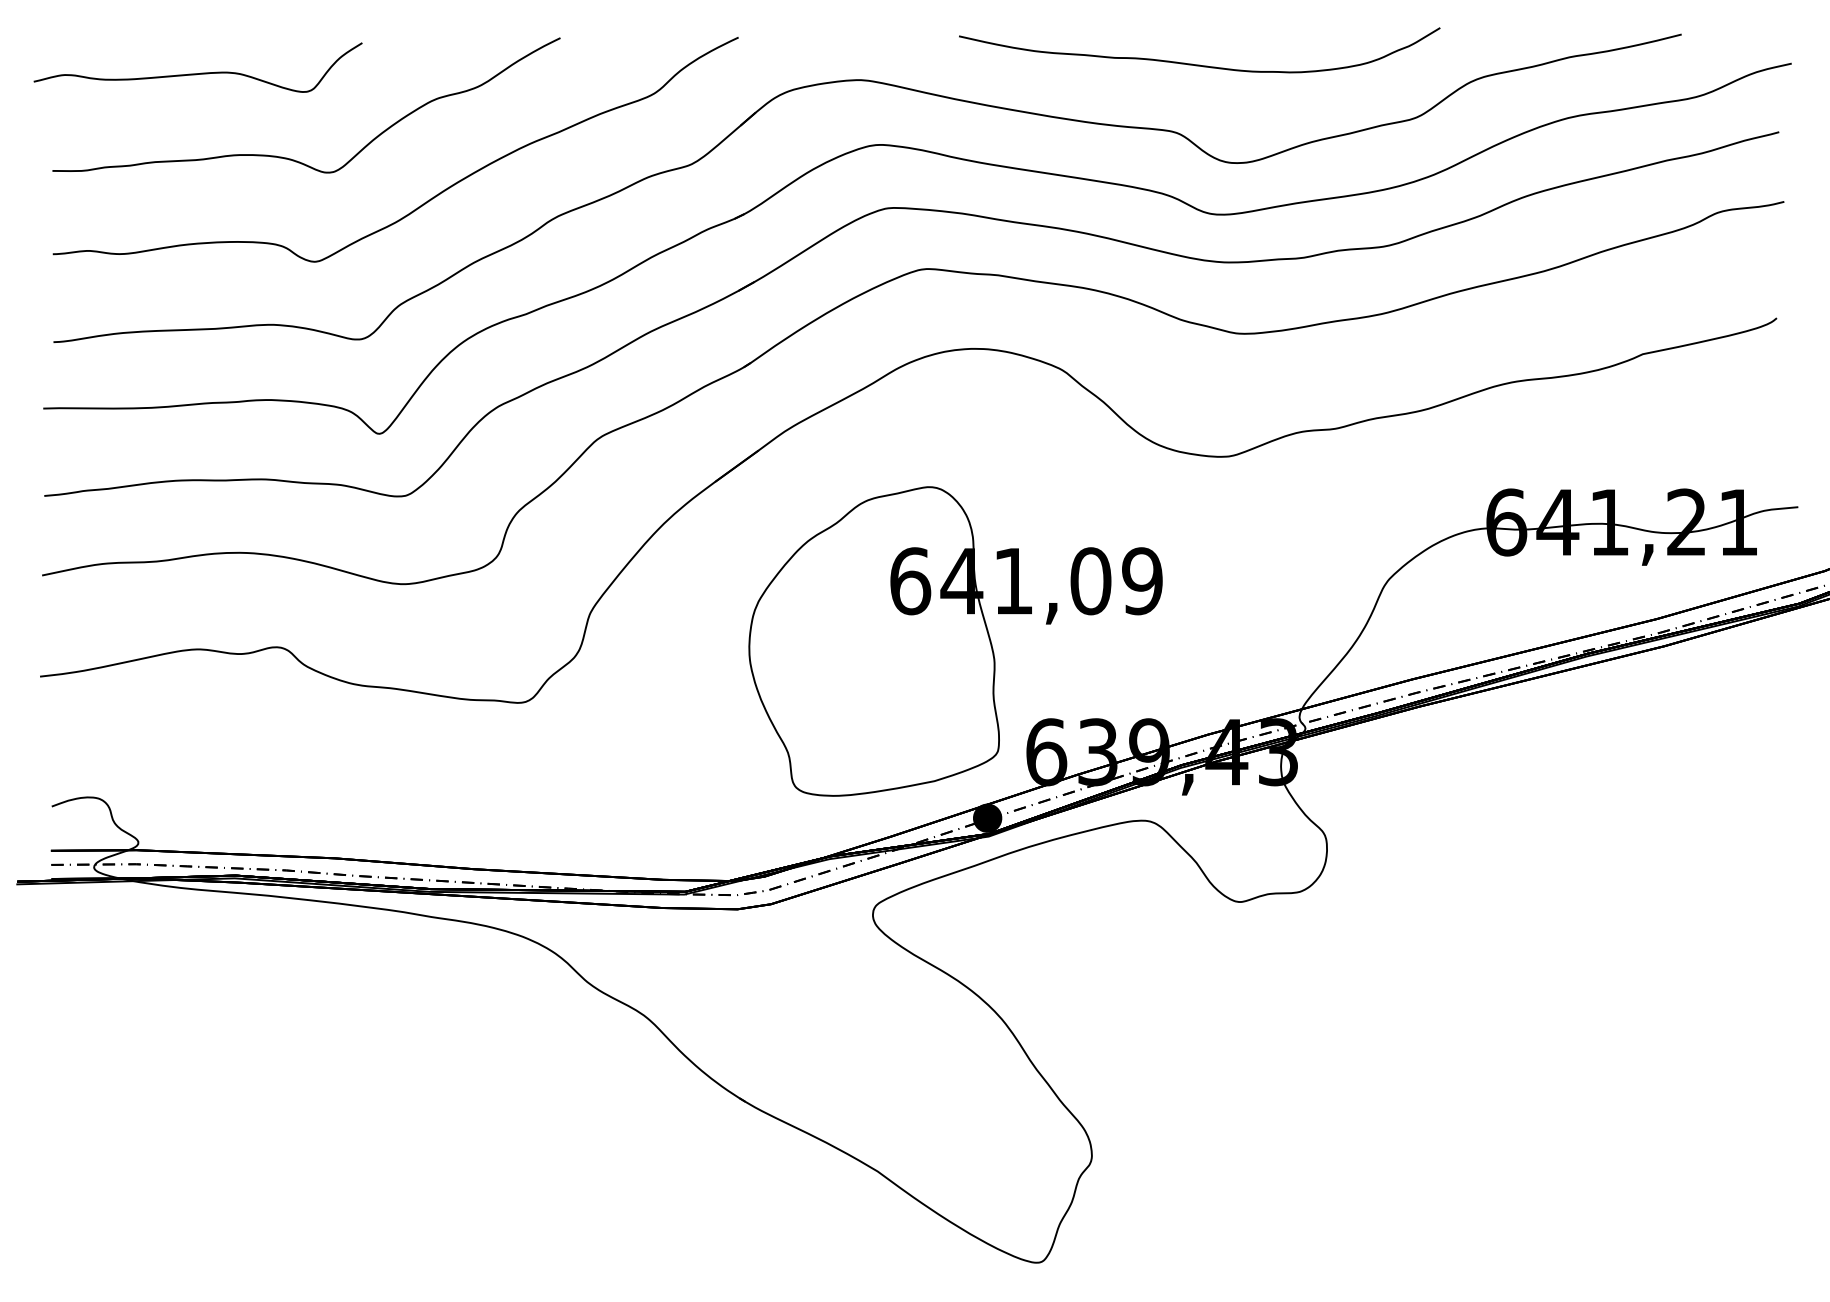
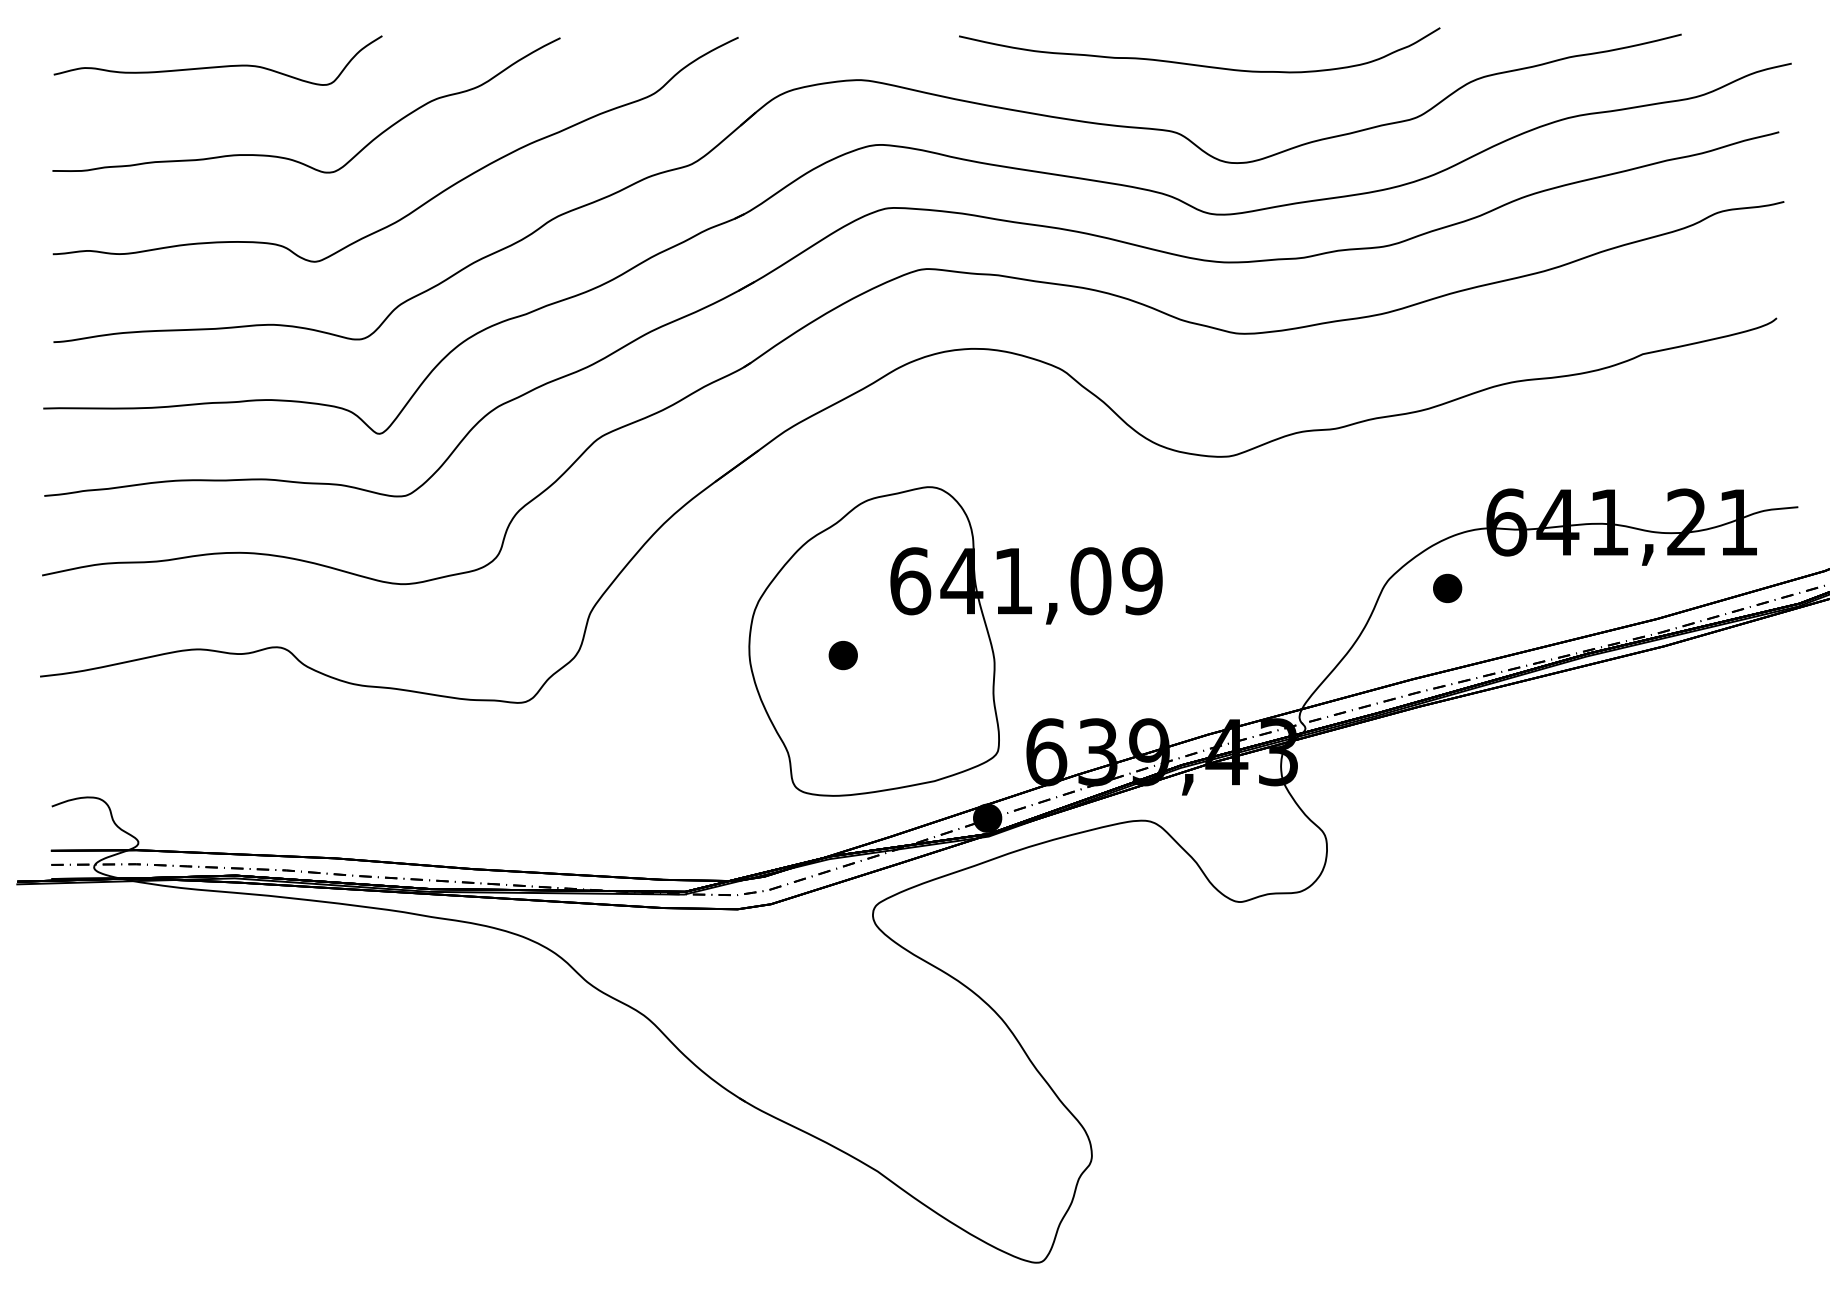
curve at (197, 73) position: (197, 73) -> (217, 66)
part at (1447, 587): none -> present
part at (842, 655): none -> present
